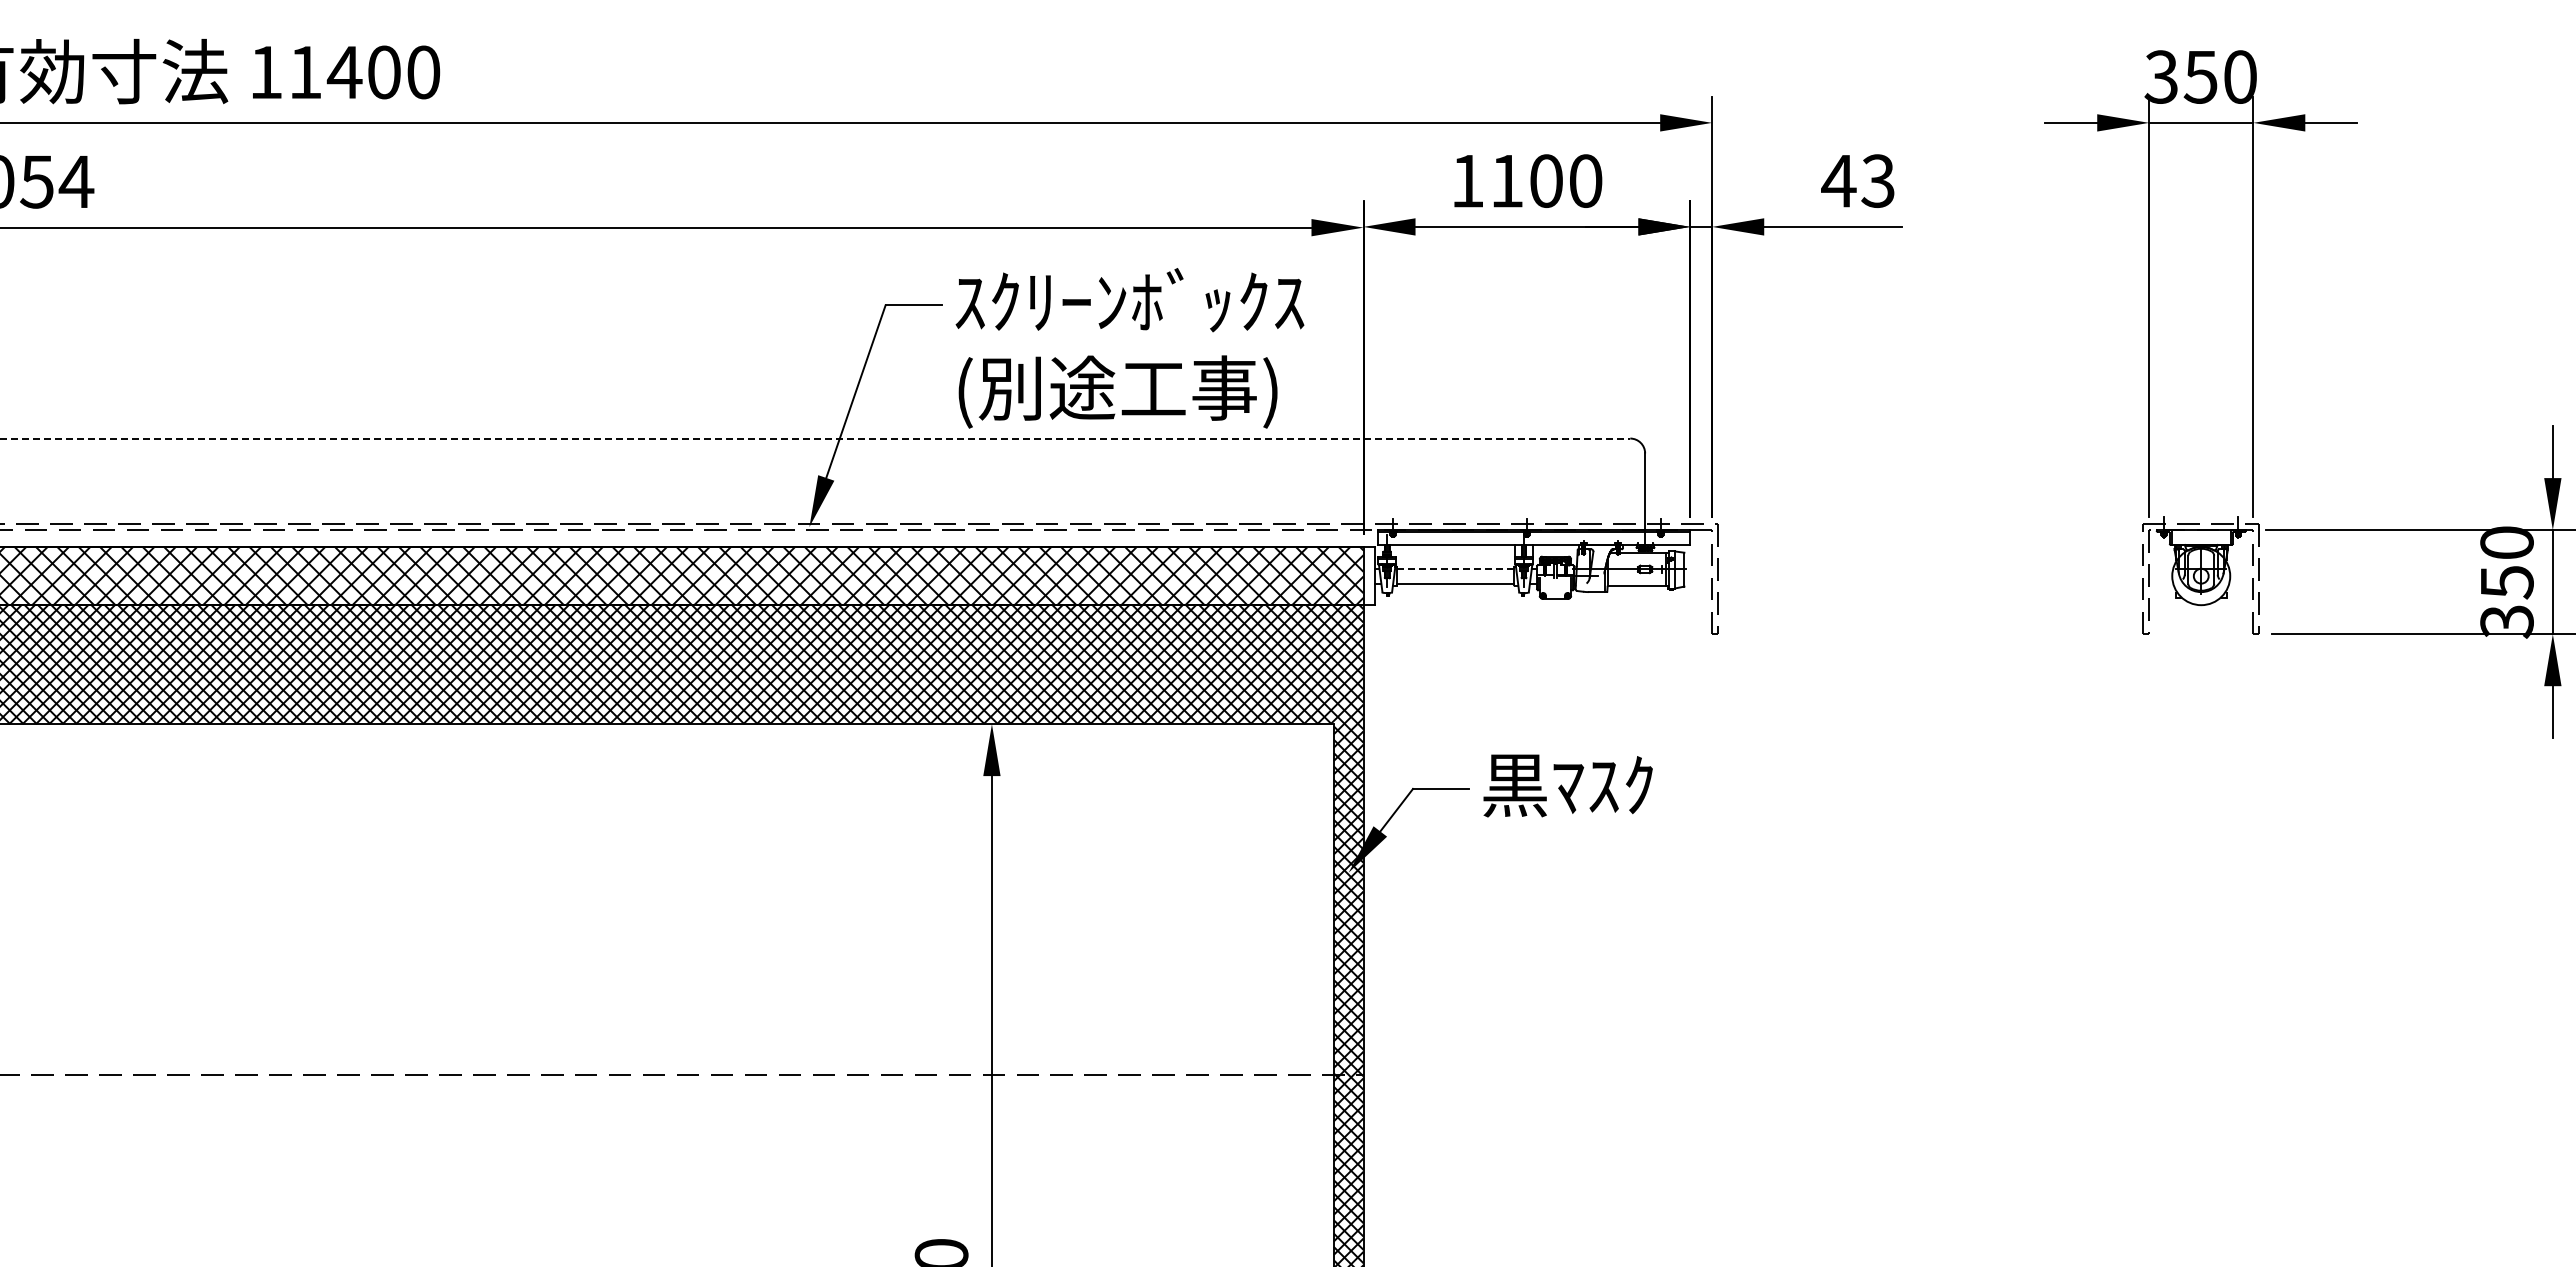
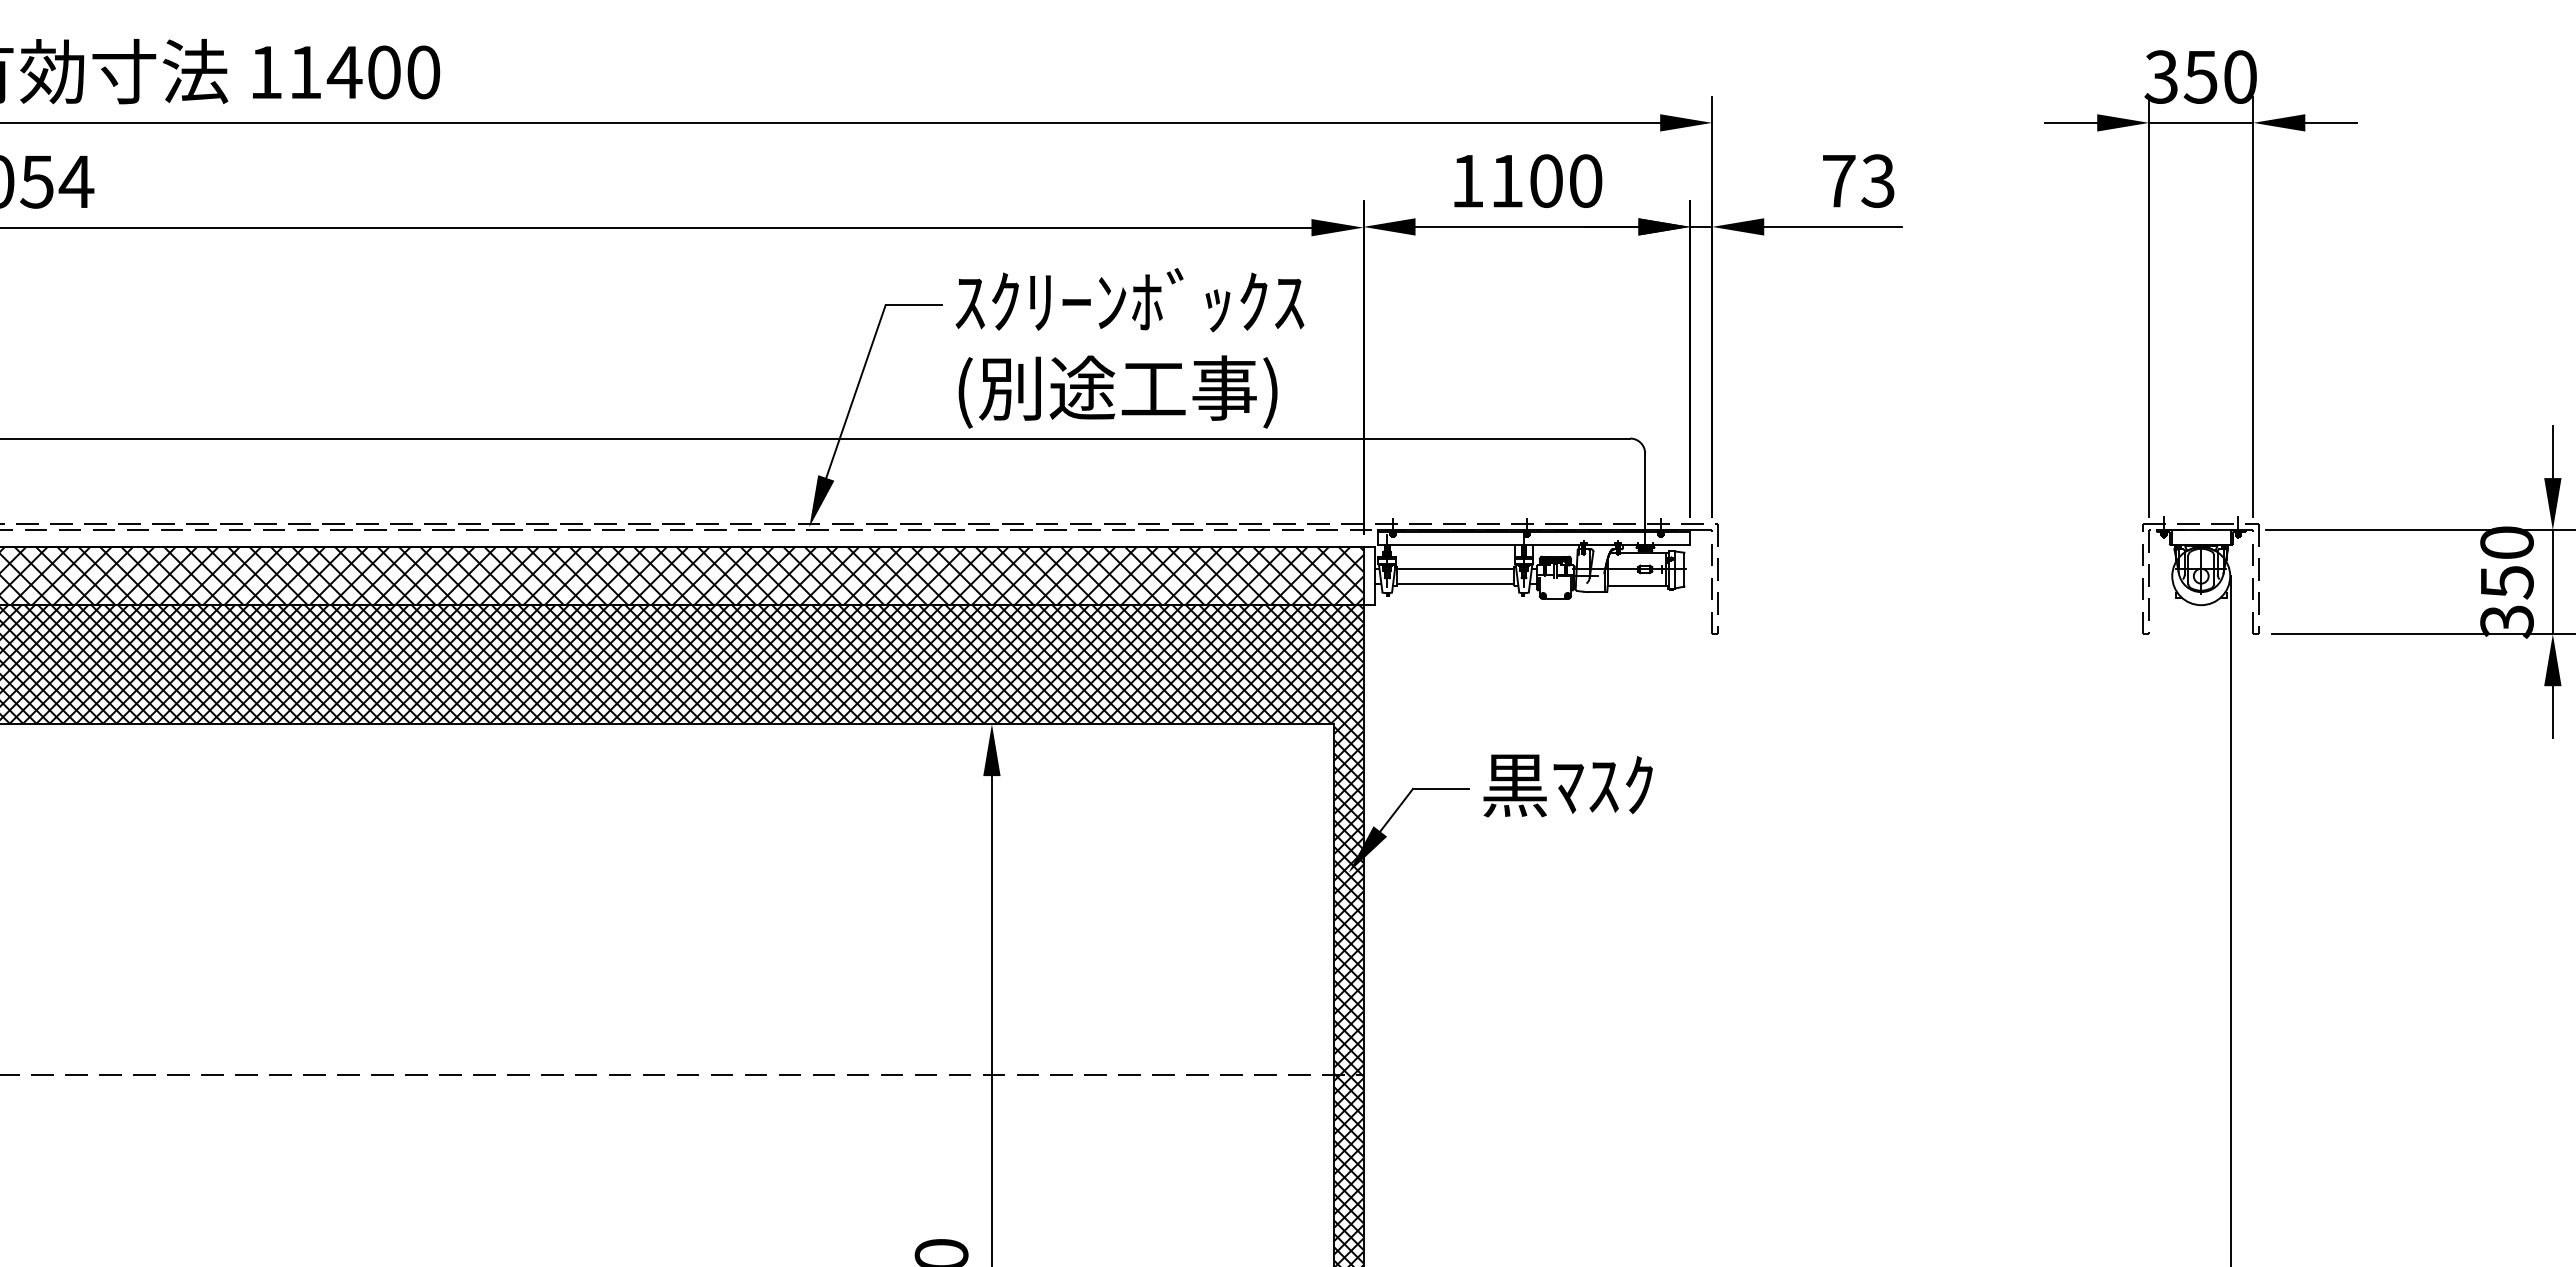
text at (1838, 181): 43 -> 73
line at (815, 438): dashed -> solid
line at (1455, 568): dashed -> solid
line at (2230, 919): none -> present
